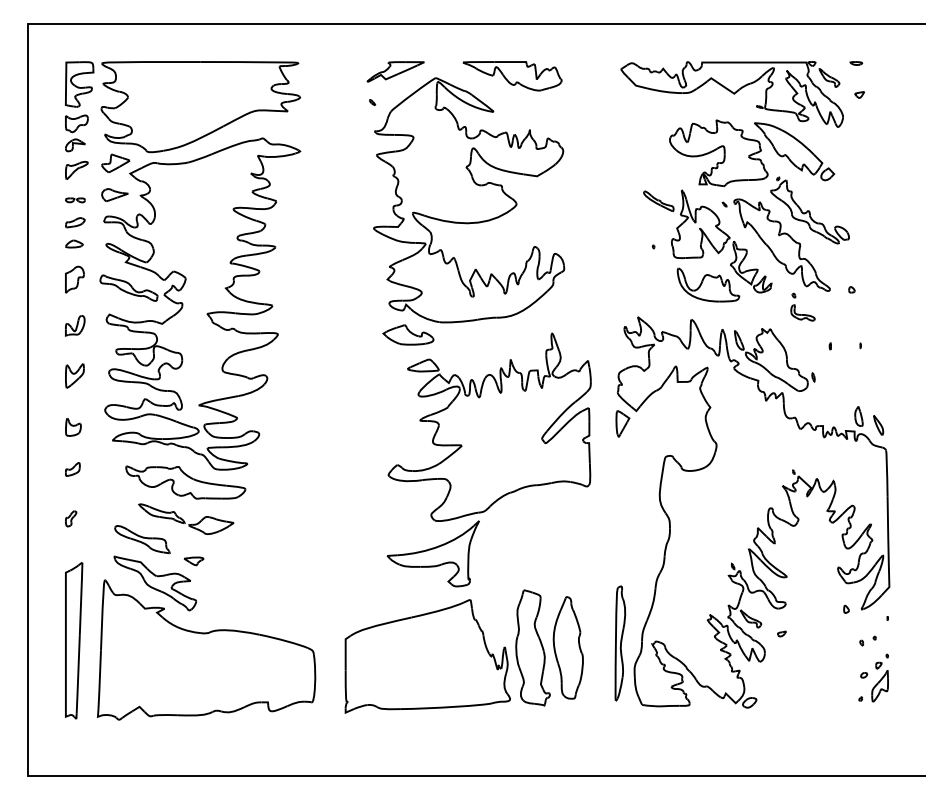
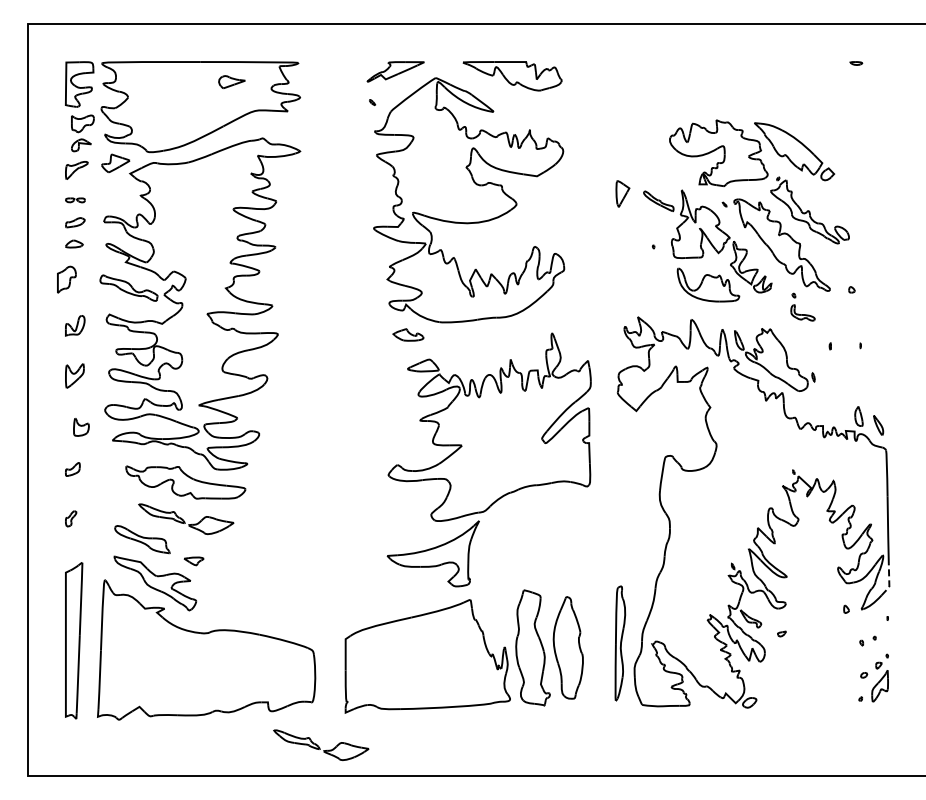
part at (731, 94): present -> none
part at (859, 94): present -> none
part at (76, 133) position: (76, 133) -> (82, 133)
part at (114, 195) position: (114, 195) -> (231, 82)
part at (74, 279) position: (74, 279) -> (66, 279)
part at (408, 334) size: 53x22 px -> 33x14 px
part at (622, 423) position: (622, 423) -> (622, 193)
part at (73, 427) position: (73, 427) -> (81, 427)
line at (889, 581): solid -> dashed
part at (321, 744): none -> present
